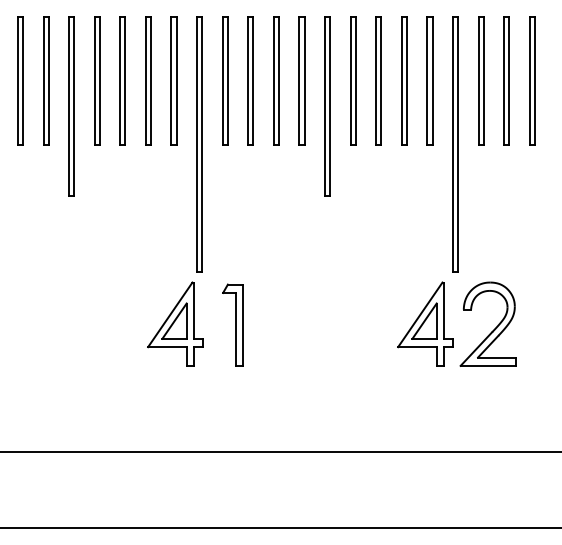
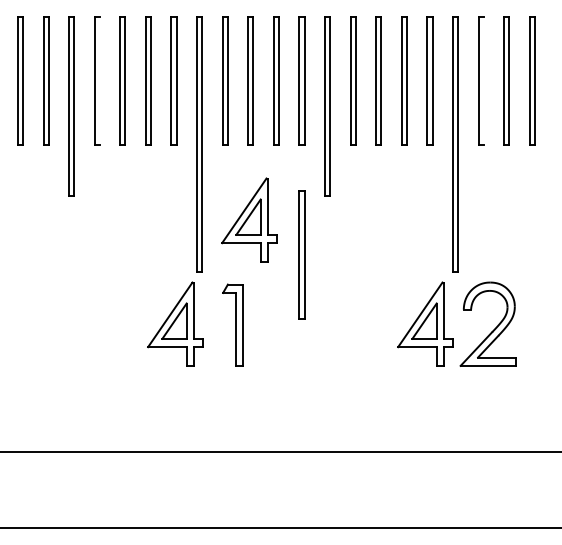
line at (99, 80): present -> none
line at (483, 80): present -> none
part at (249, 219): none -> present
part at (301, 254): none -> present
